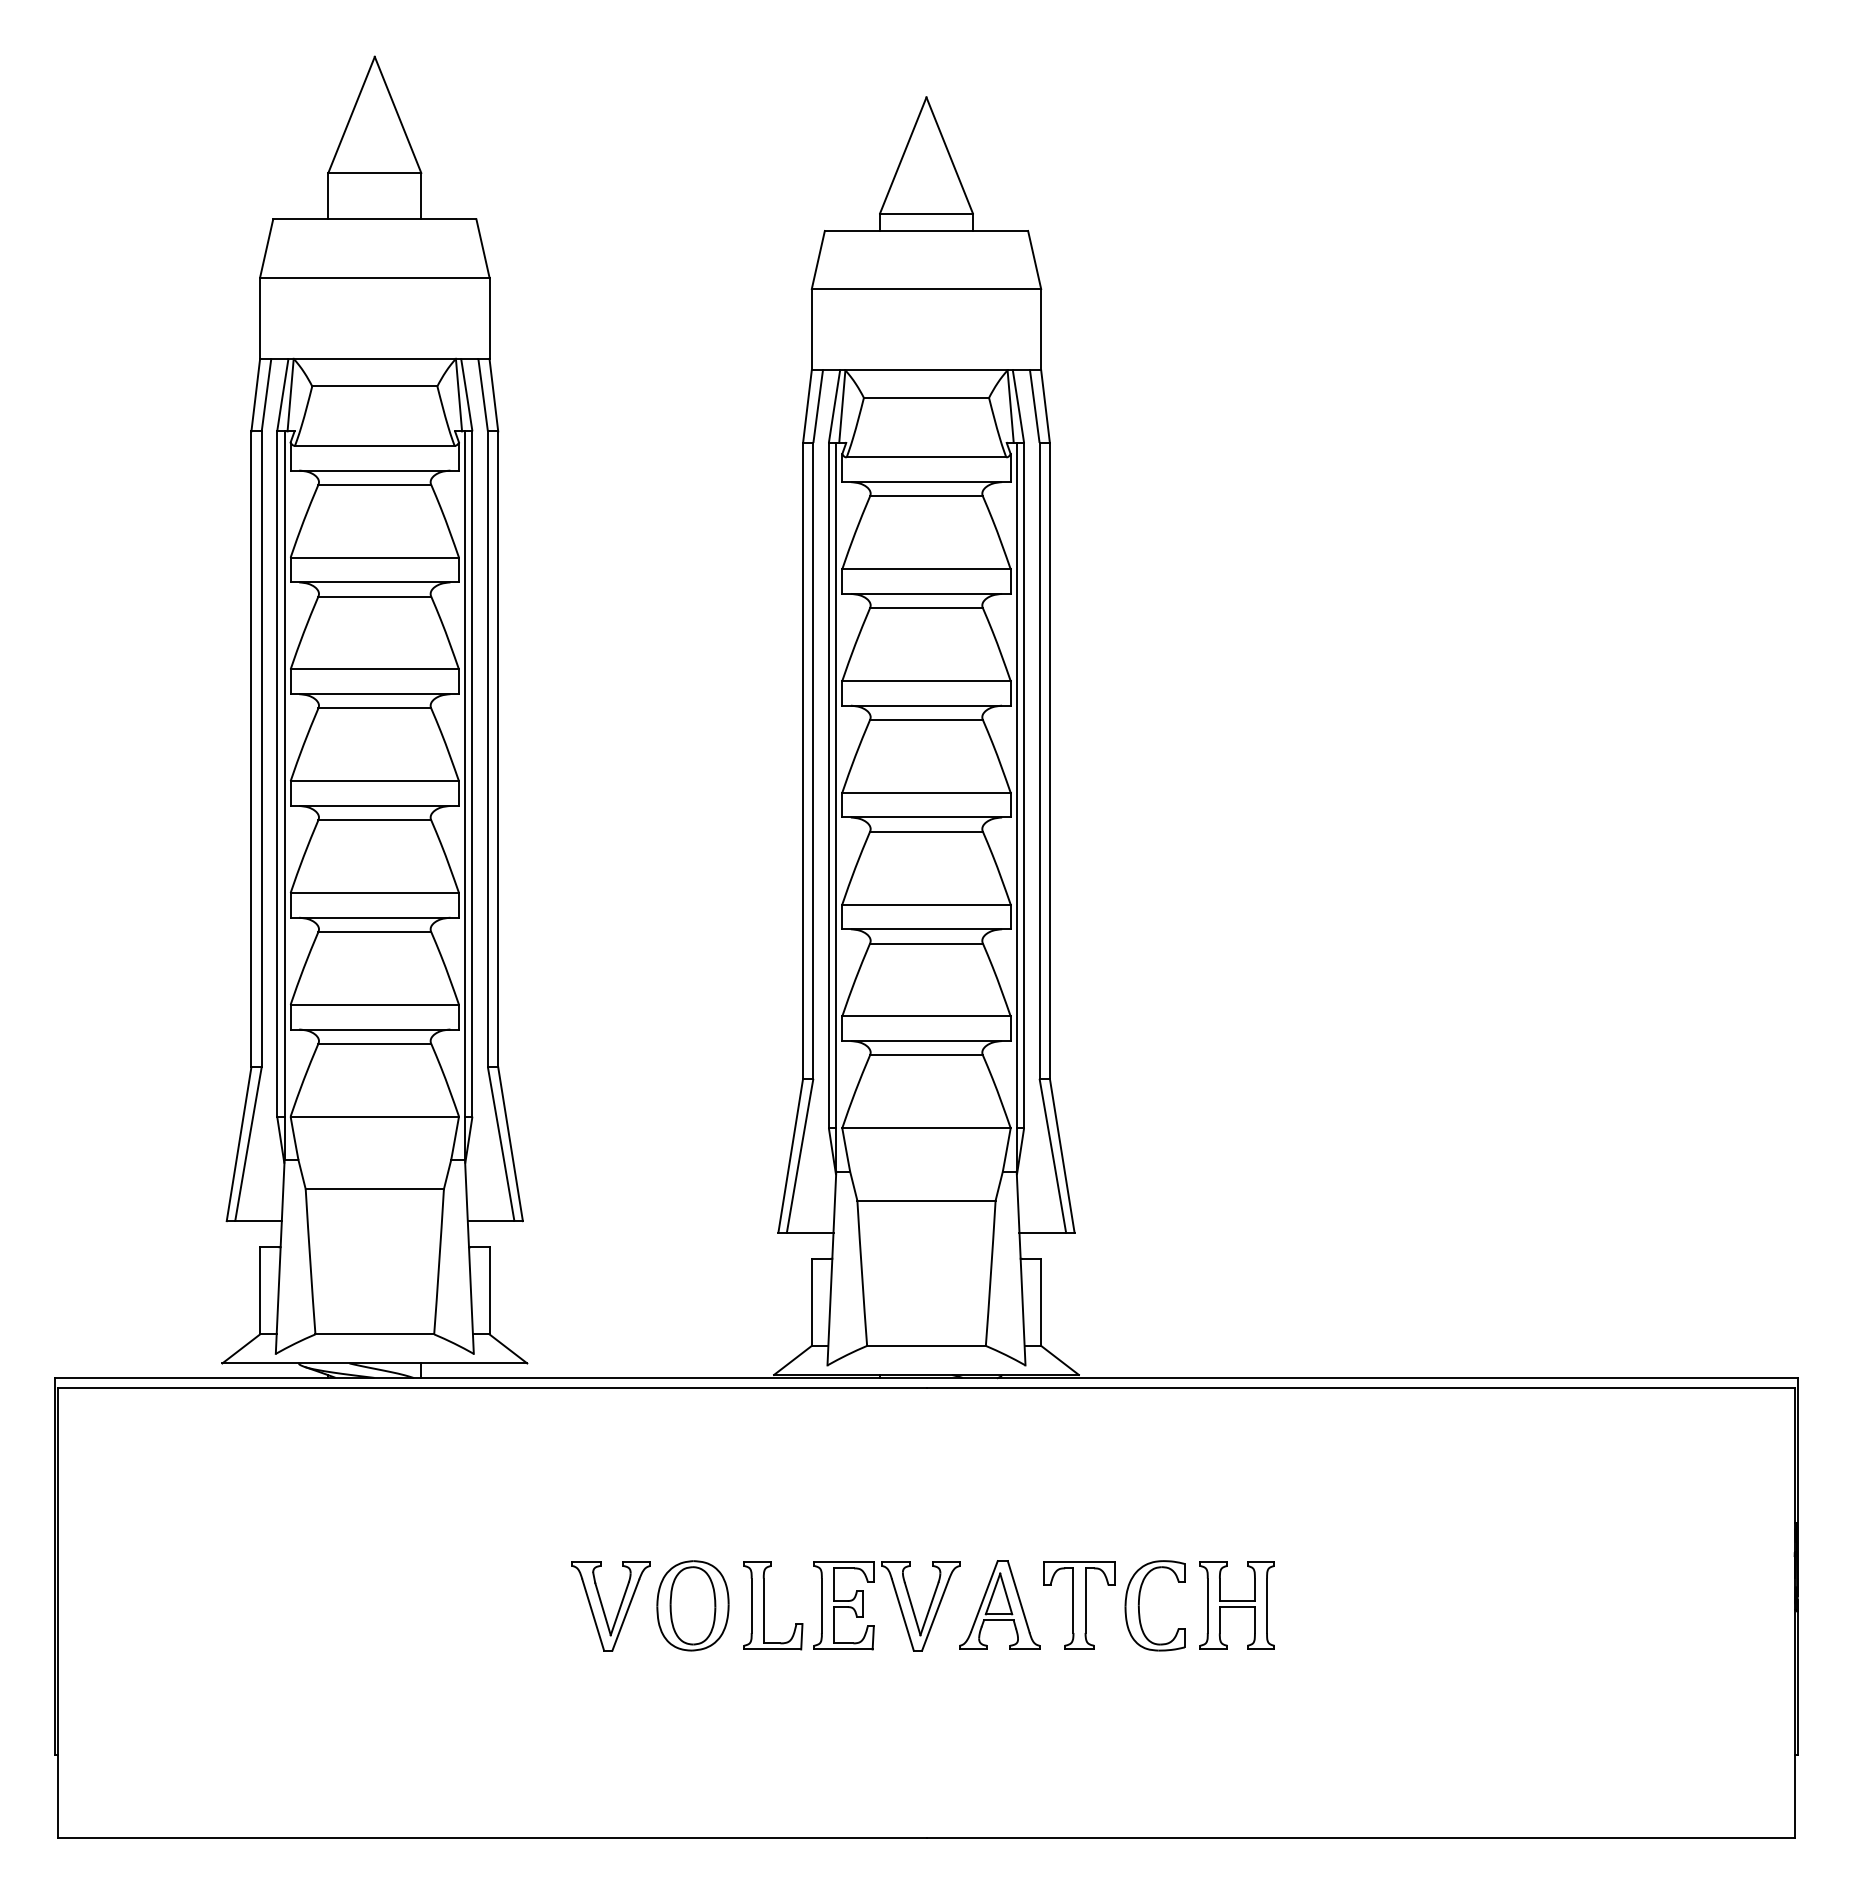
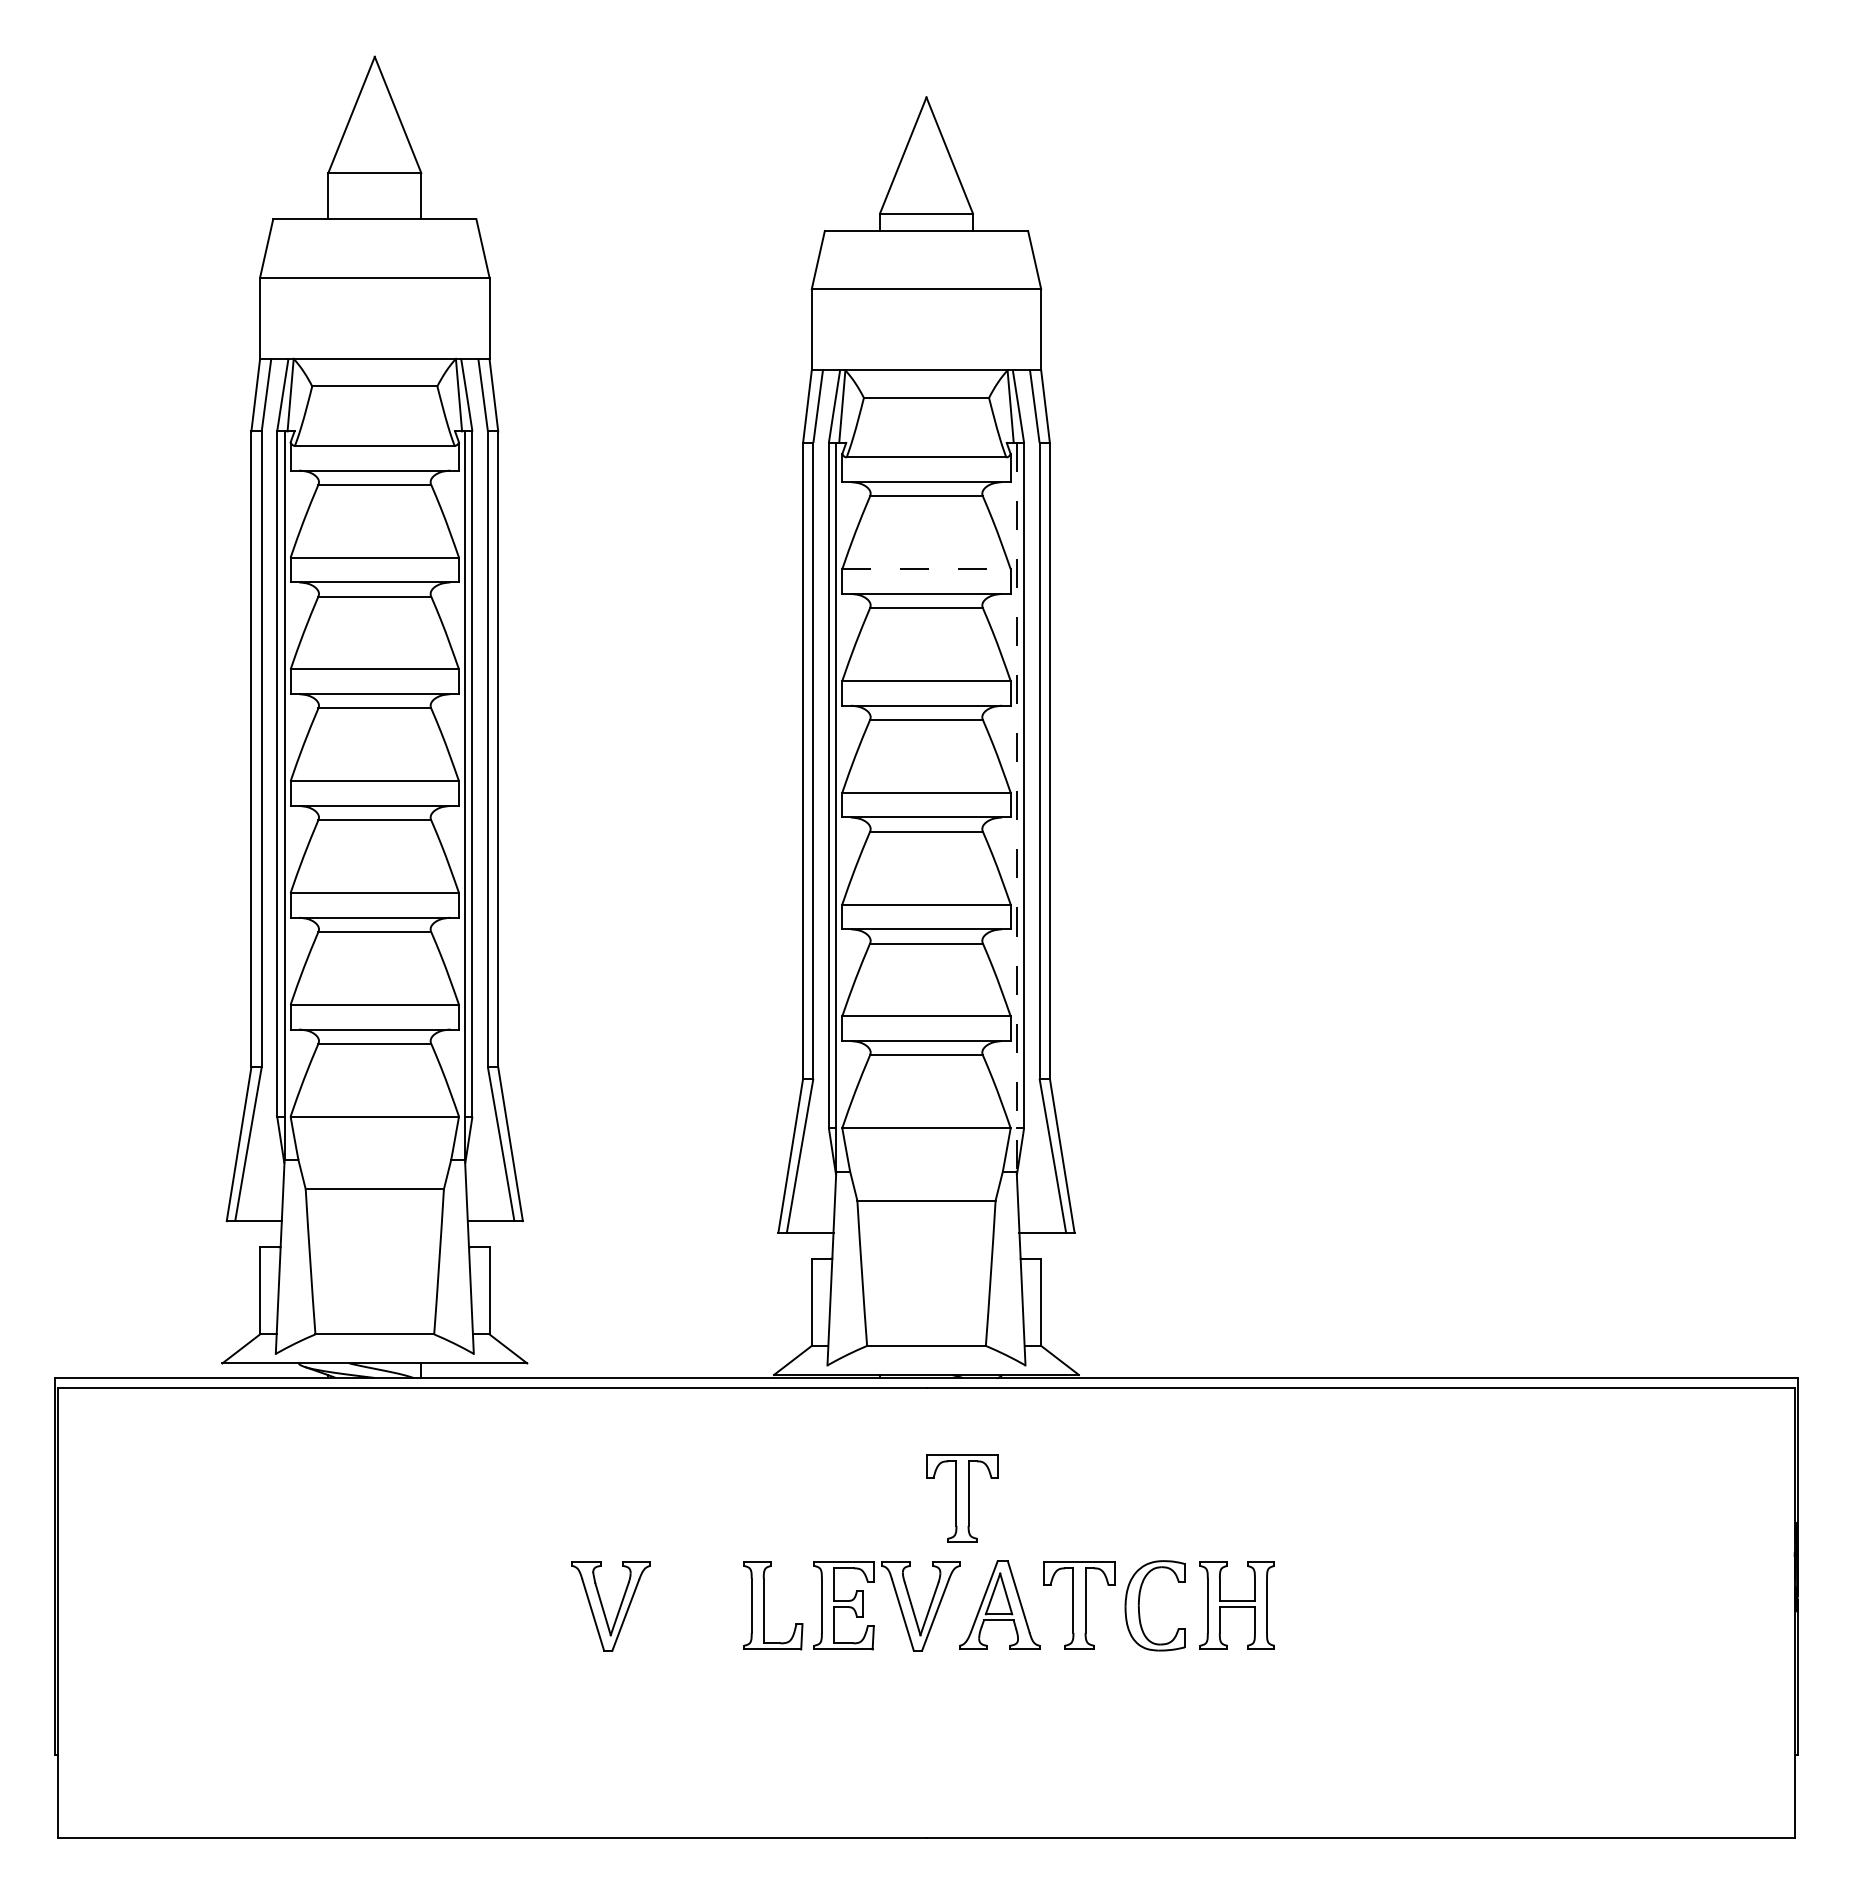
line at (926, 569): solid -> dashed
line at (1016, 807): solid -> dashed
part at (962, 1498): none -> present
part at (692, 1605): present -> none
